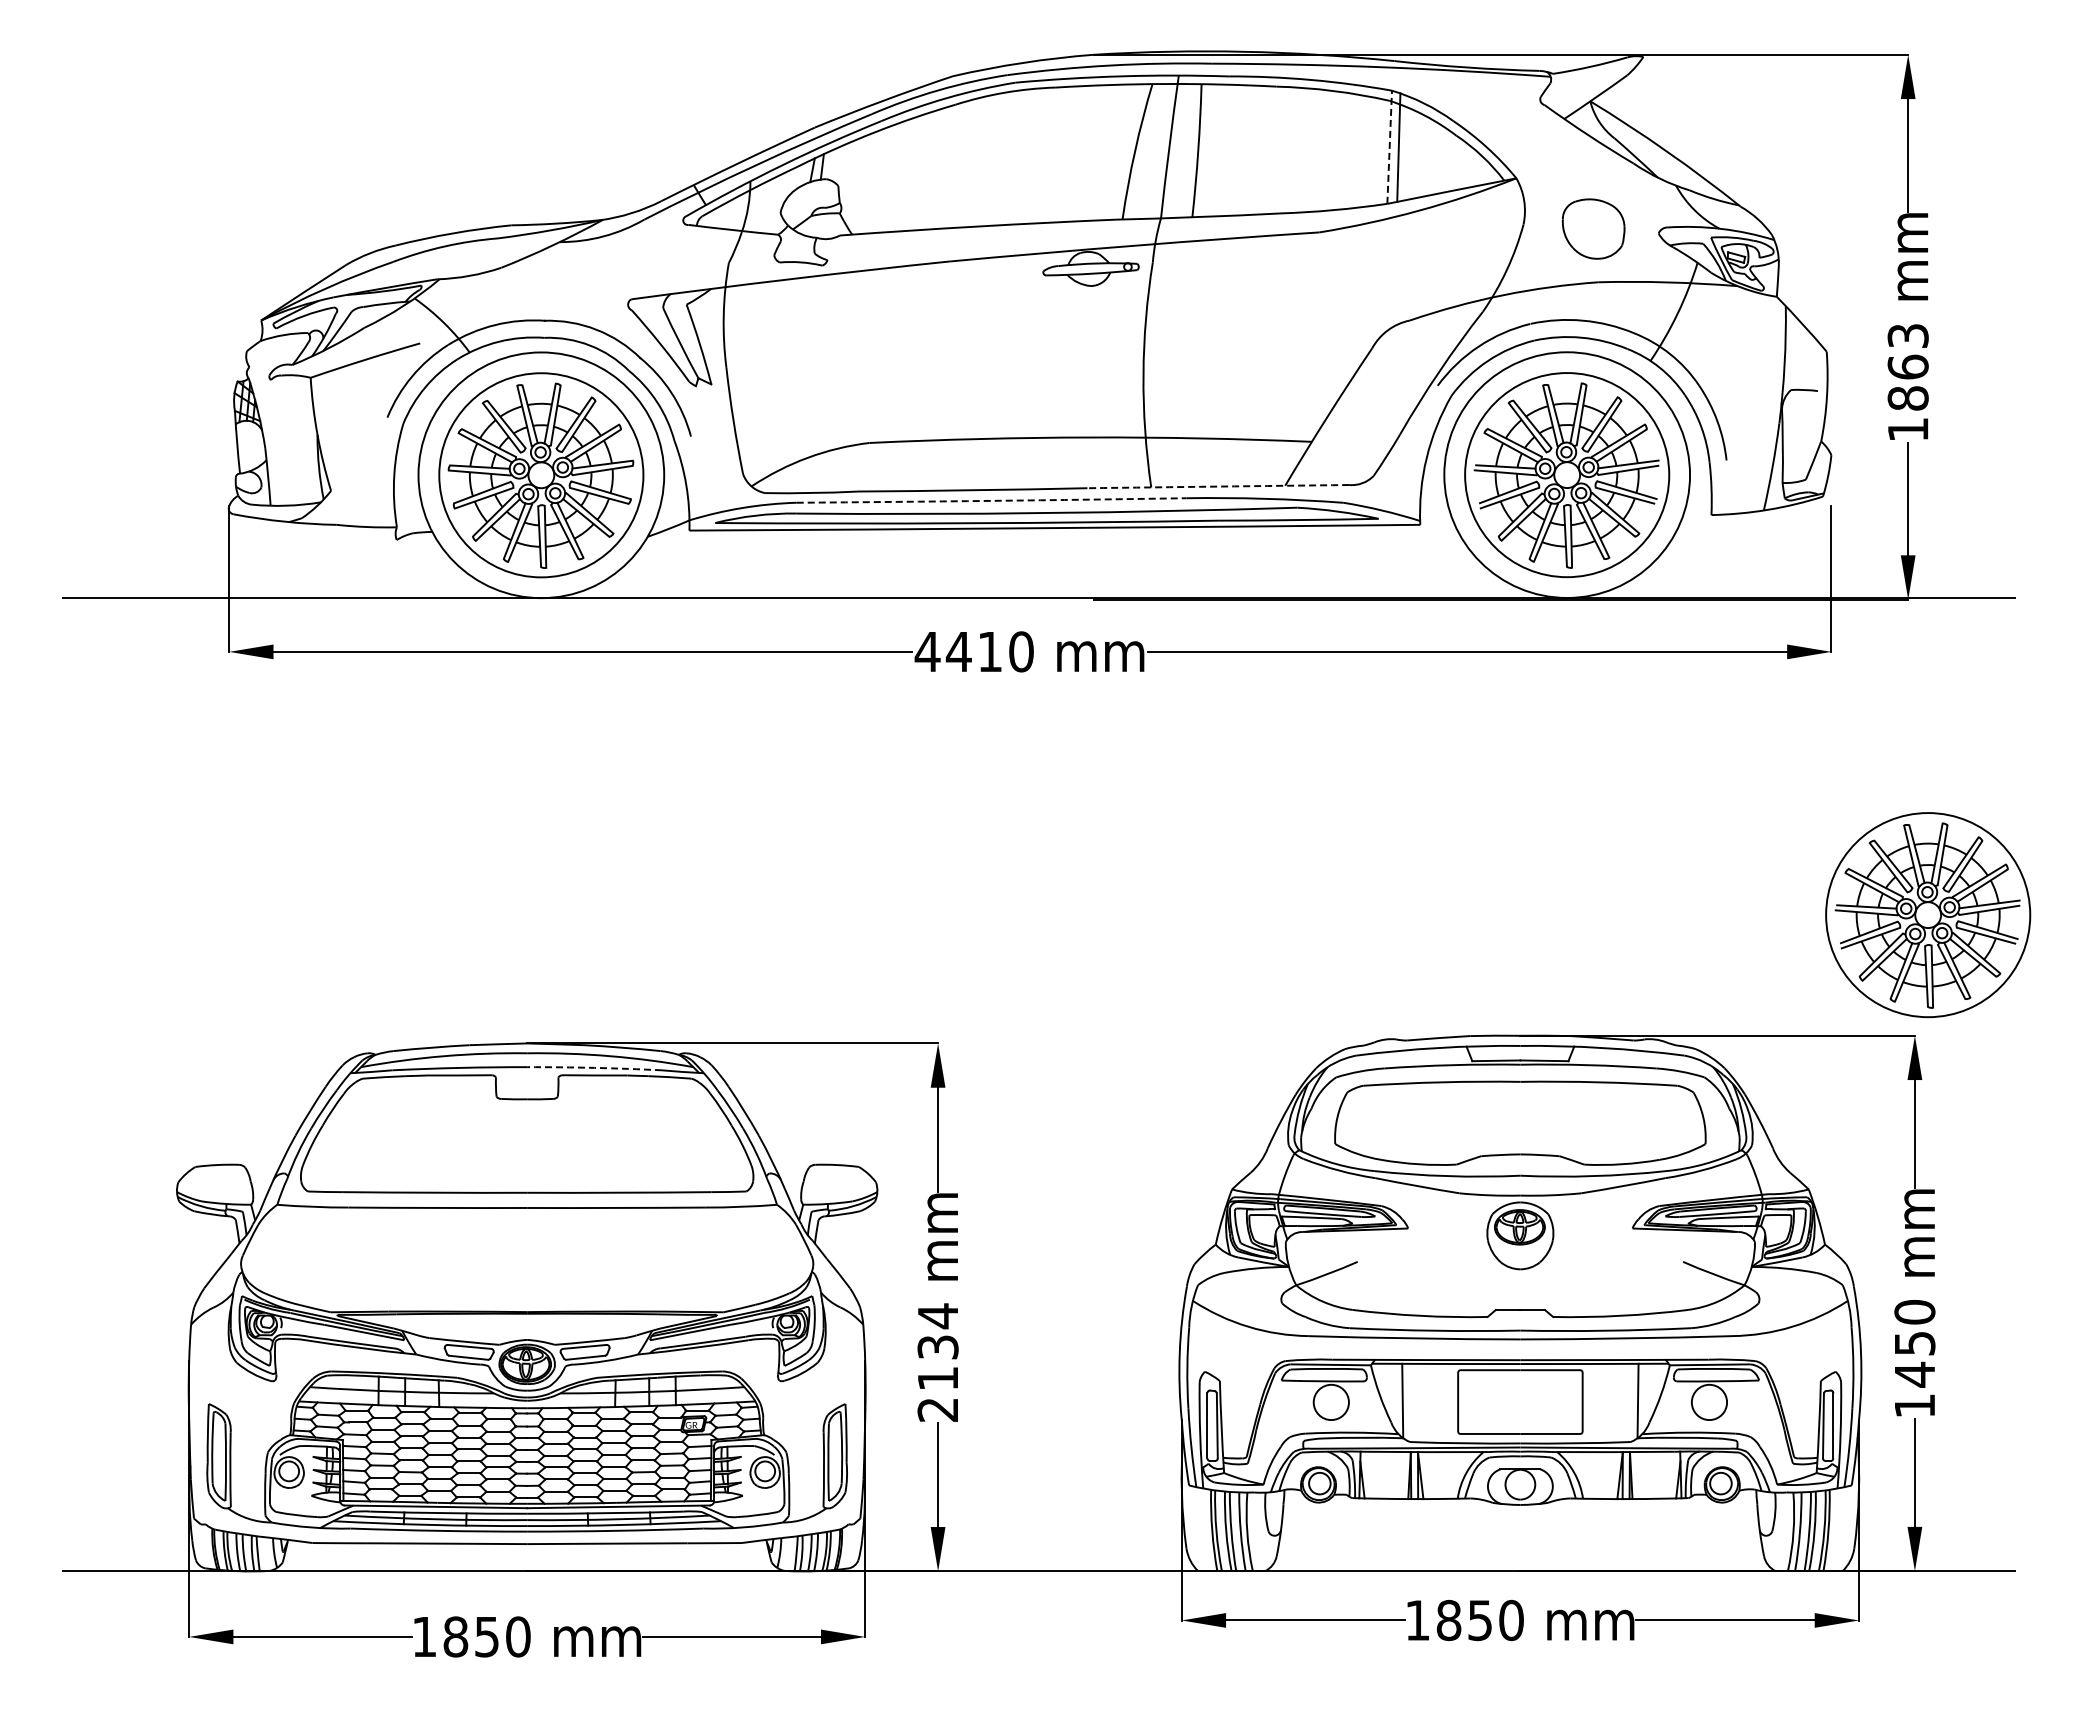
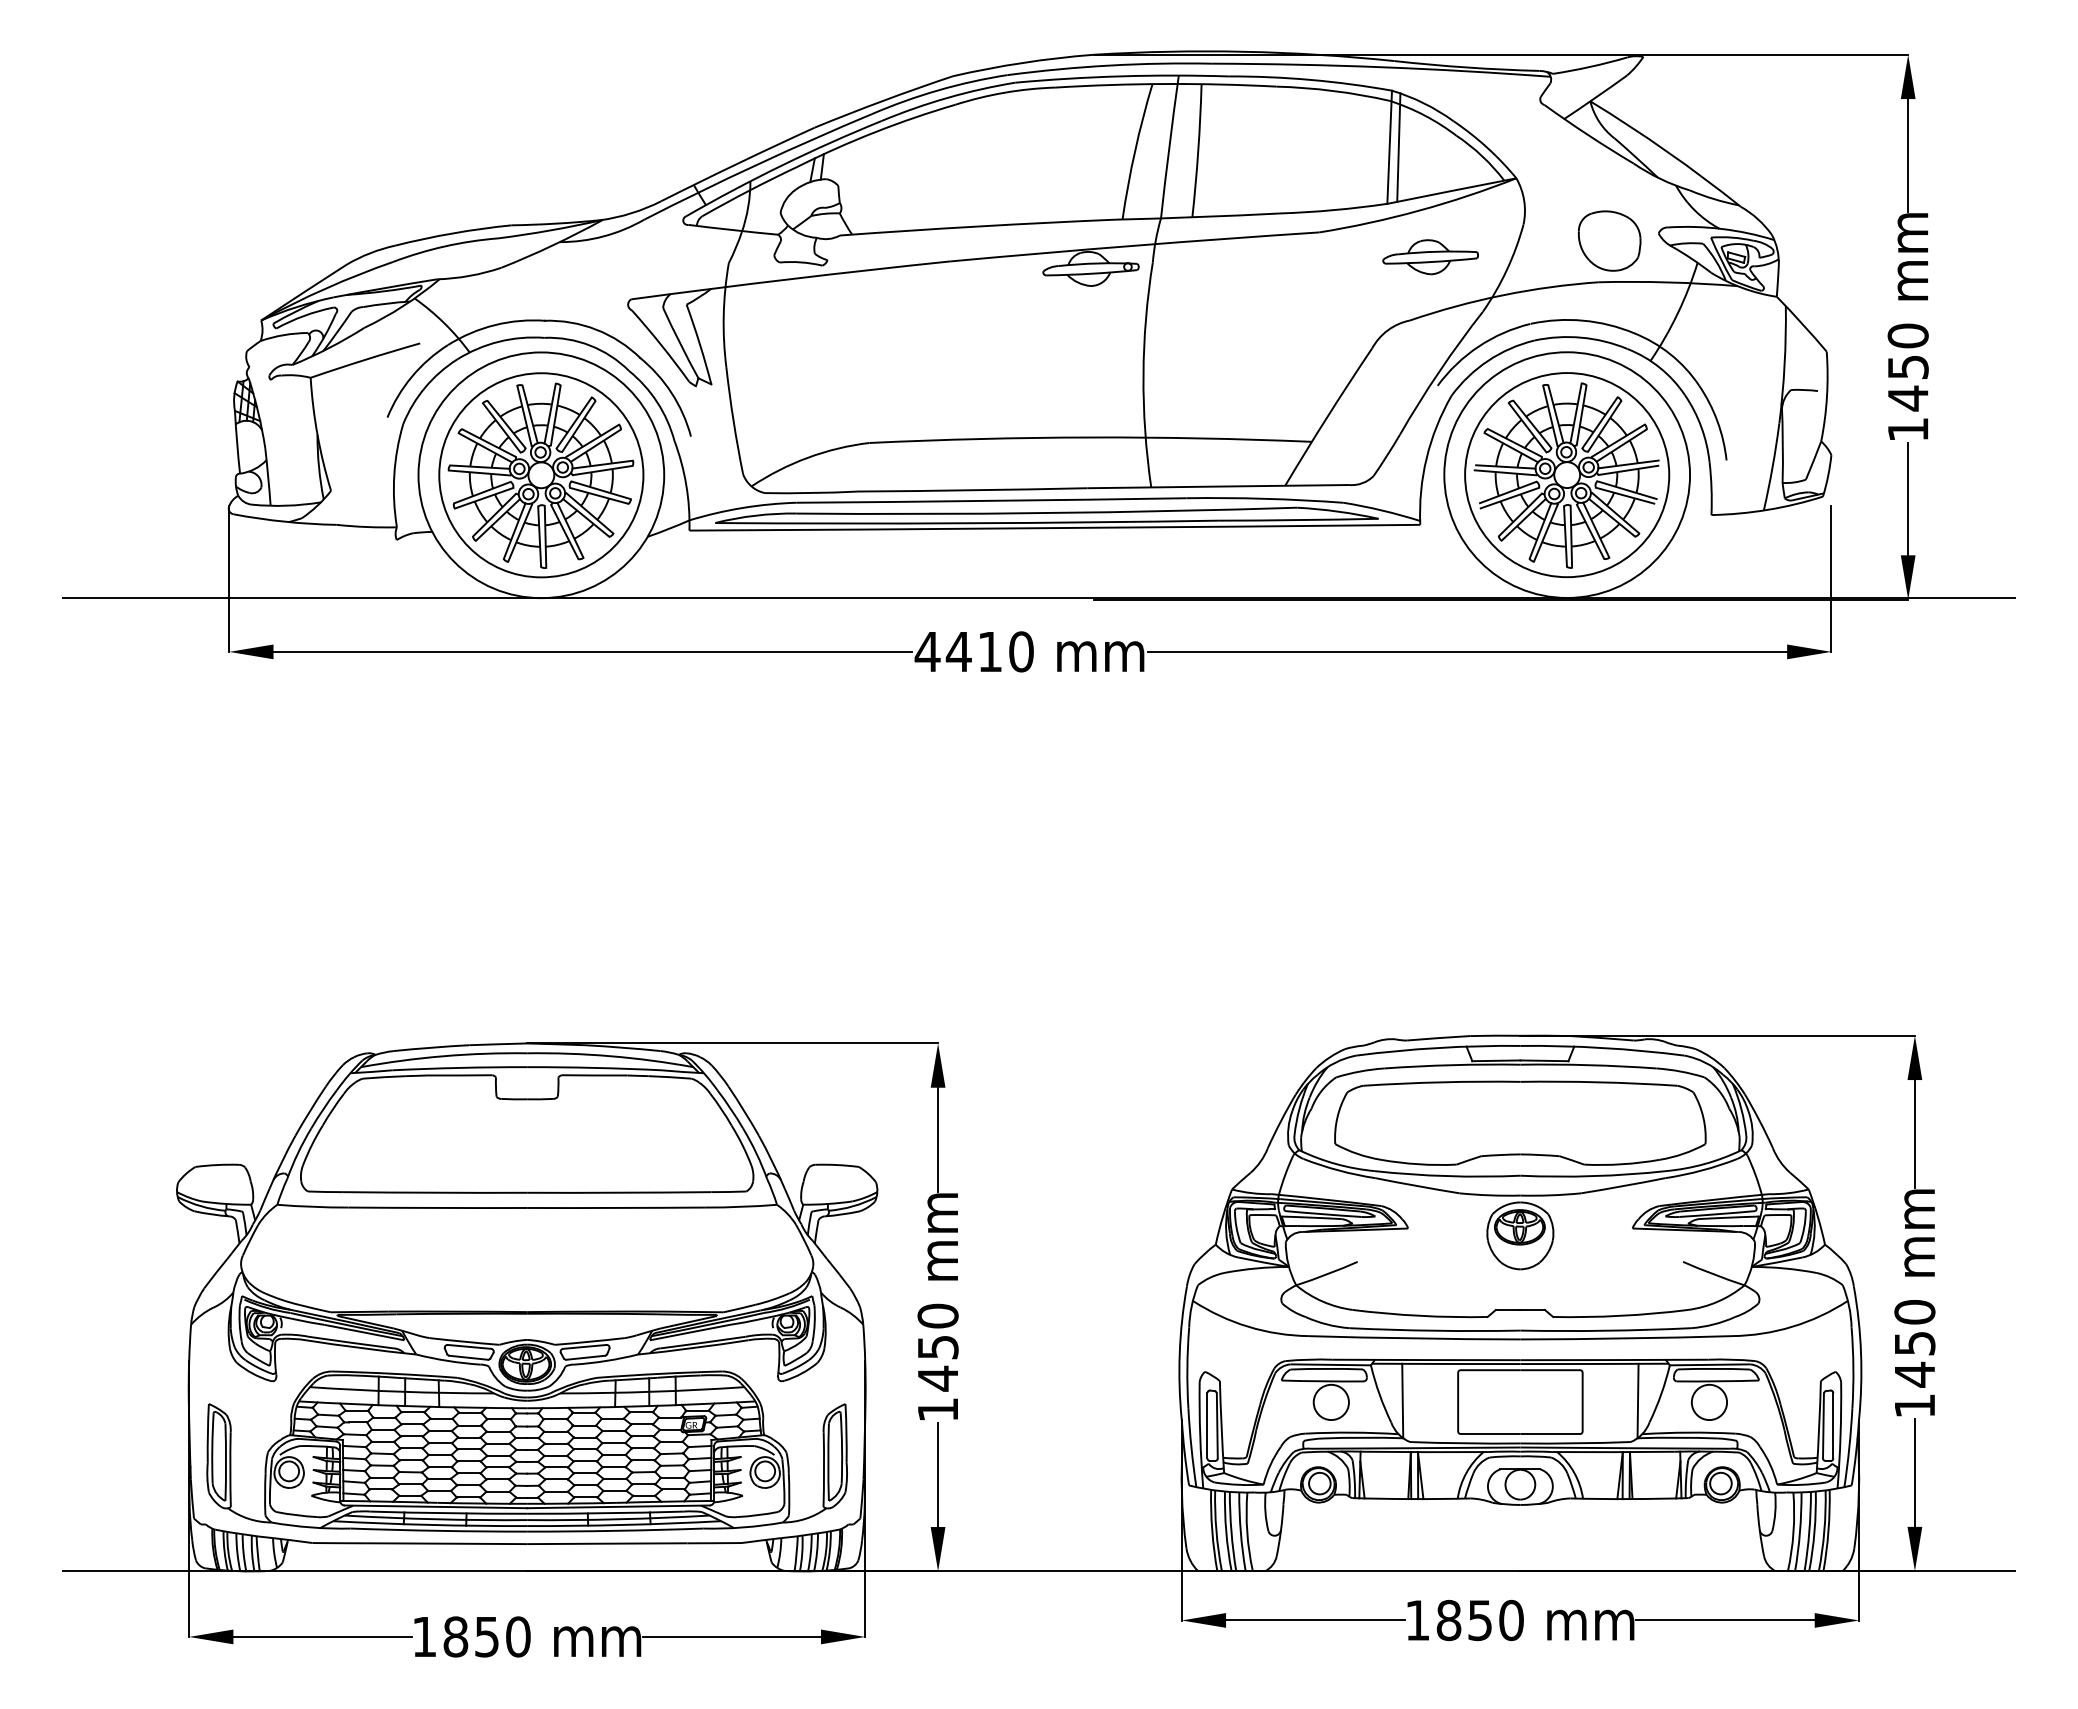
line at (1389, 147): dashed -> solid
part at (1593, 228) position: (1593, 228) -> (1609, 240)
part at (1430, 257): none -> present
text at (1907, 367): 1863 -> 1450
arc at (1218, 486): dashed -> solid
arc at (991, 500): dashed -> solid
part at (1928, 915): present -> none
arc at (594, 1067): dashed -> solid
text at (937, 1362): 2134 -> 1450
